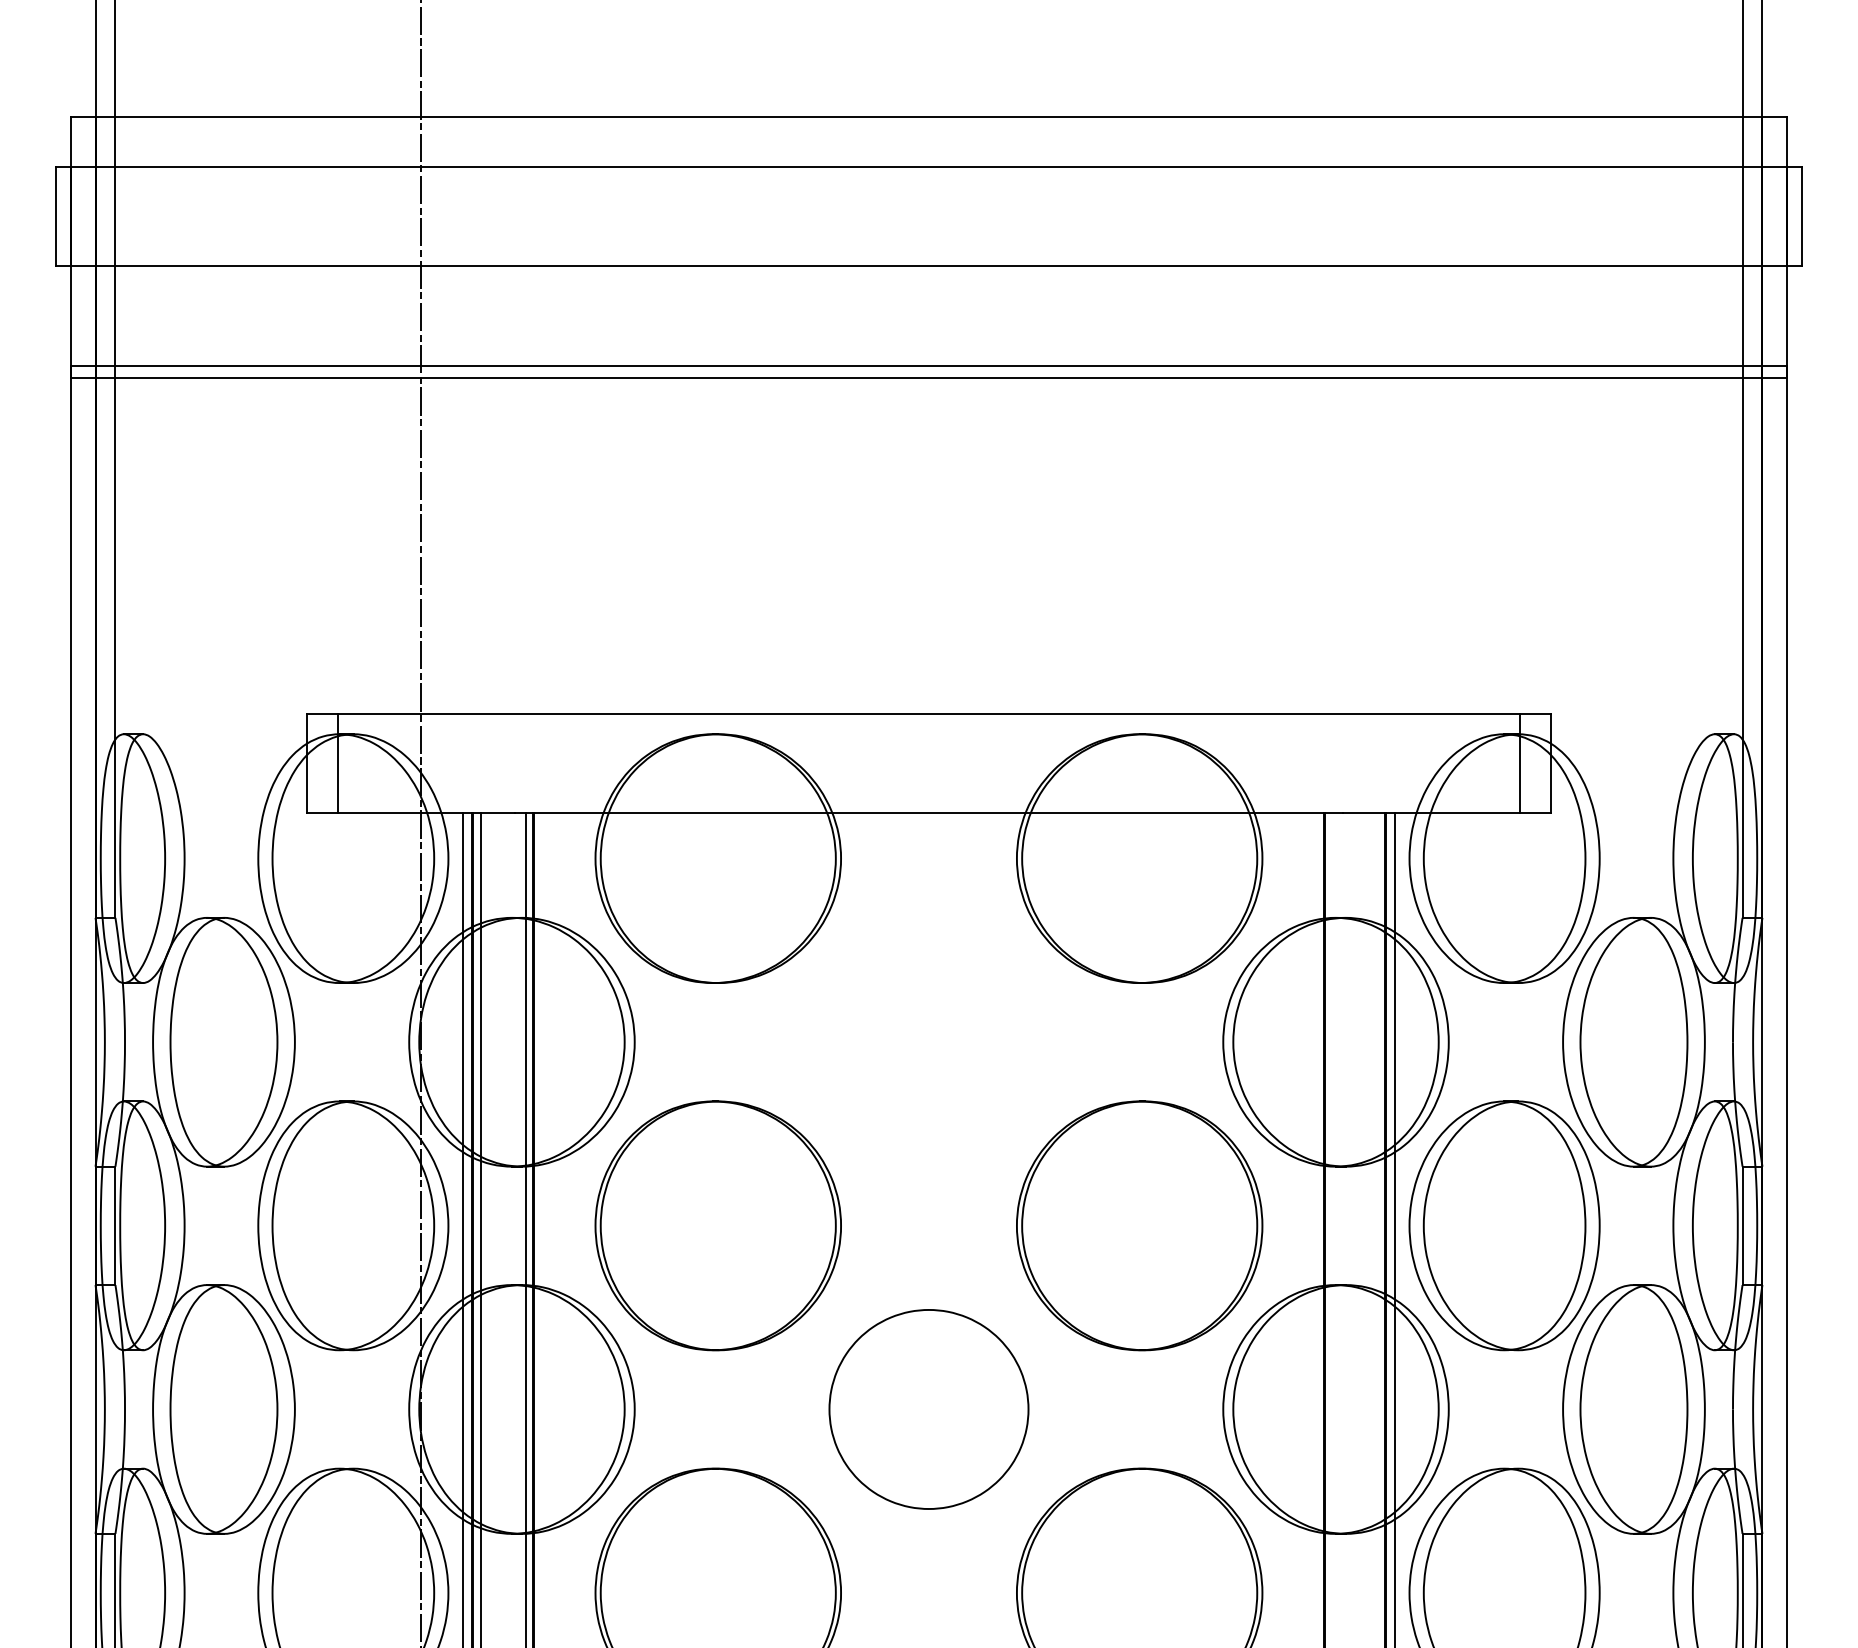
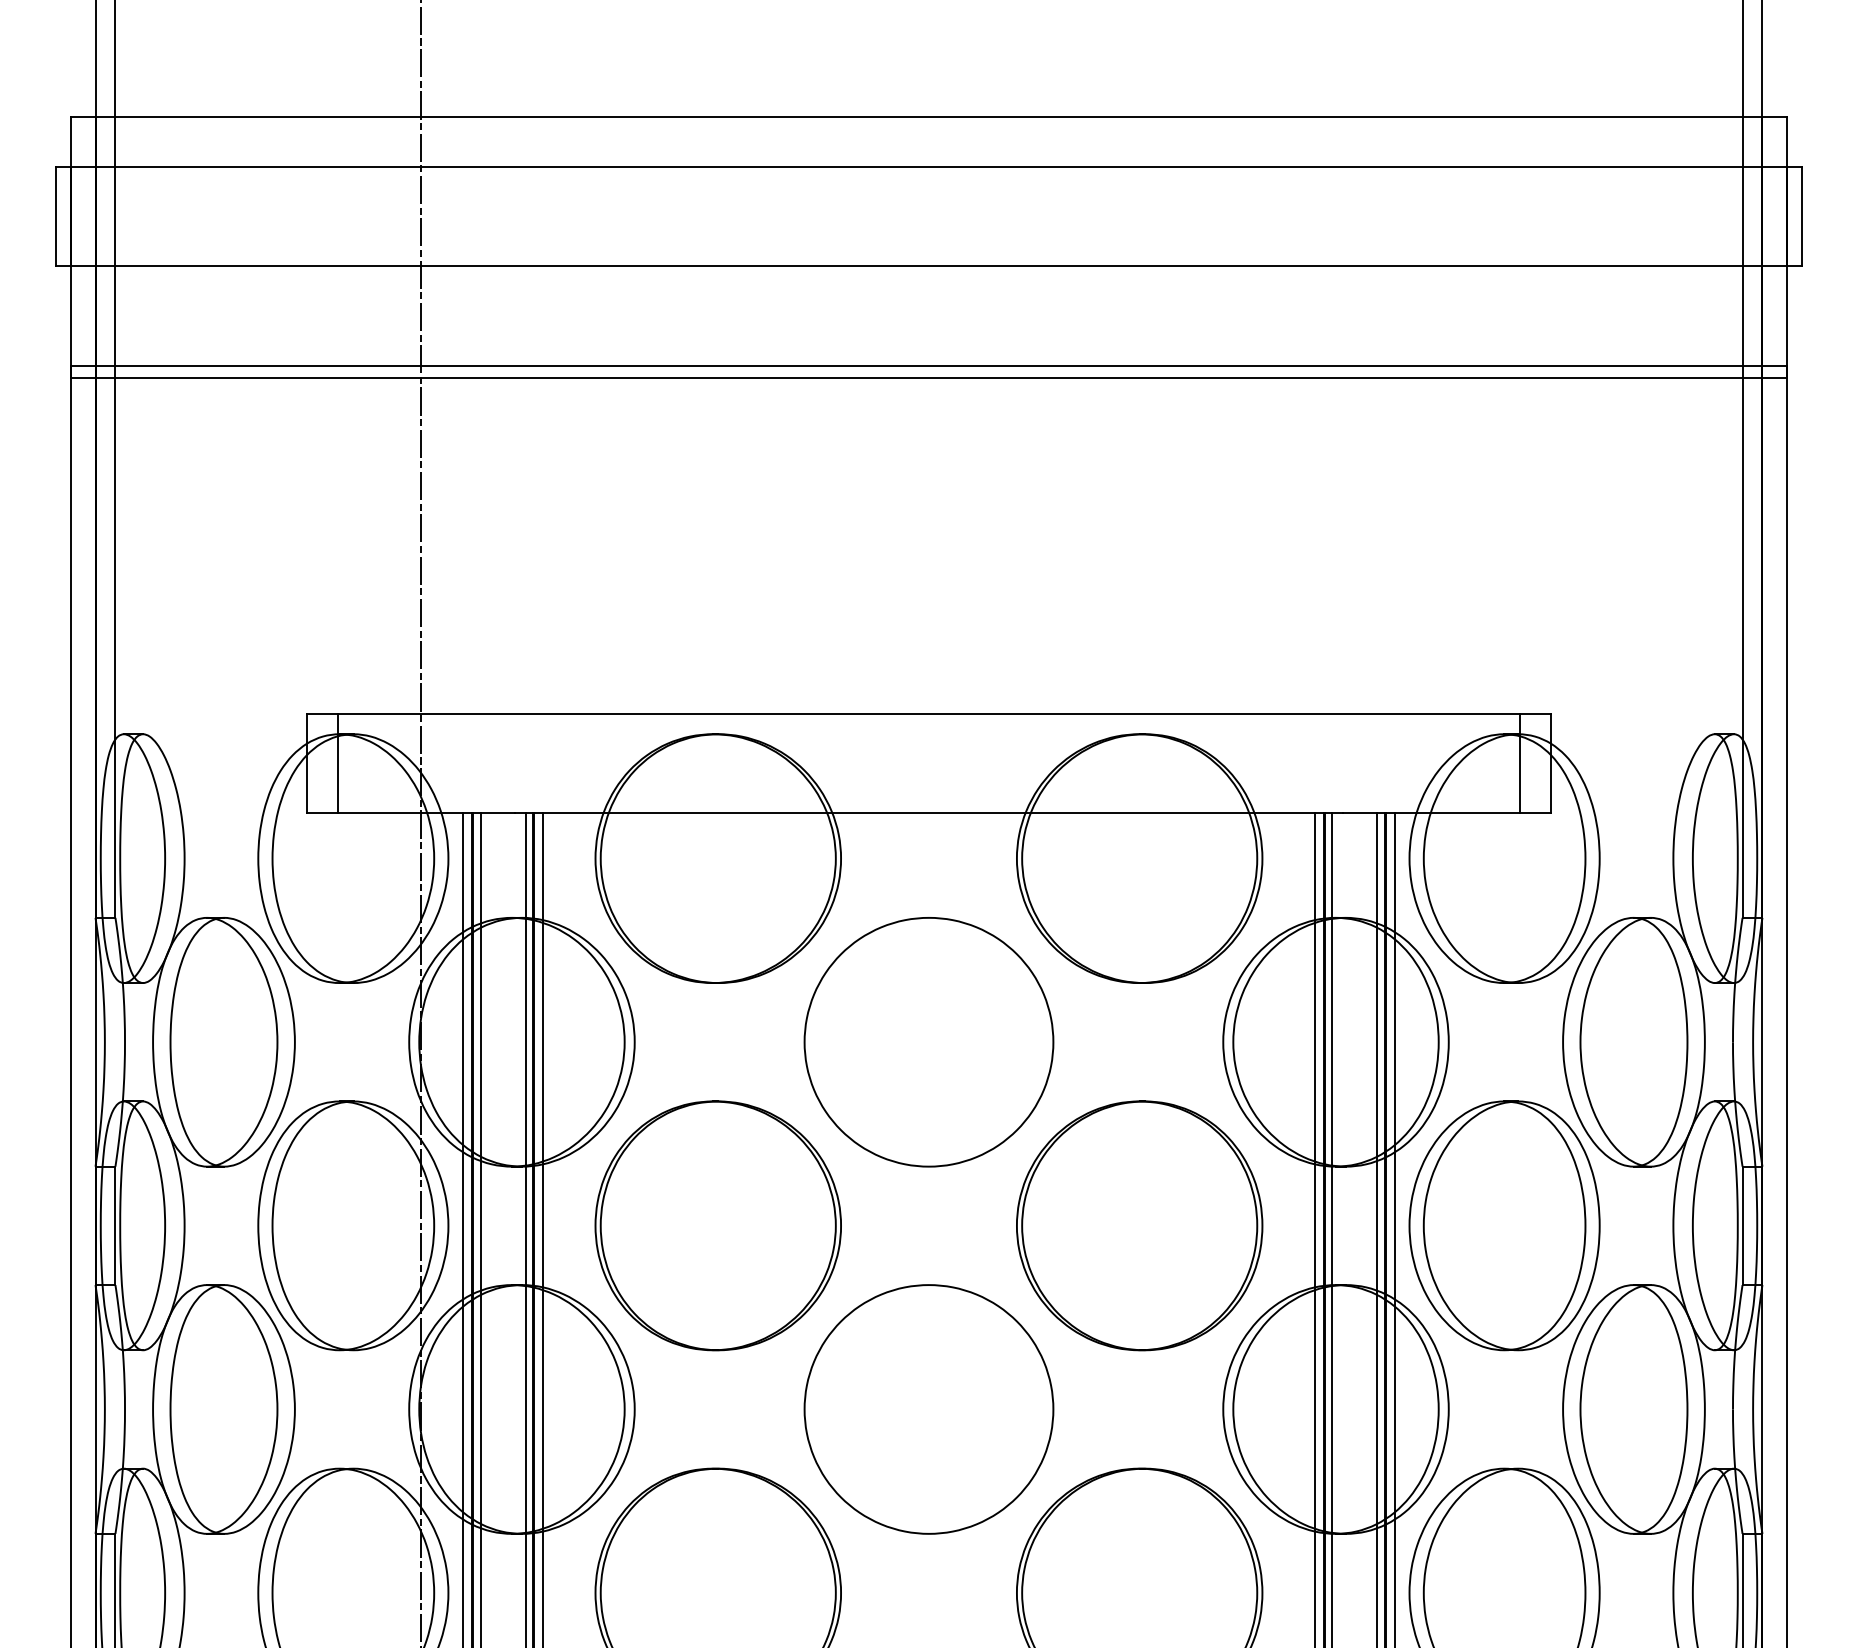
part at (928, 1042): none -> present
line at (543, 1228): none -> present
line at (1314, 1228): none -> present
line at (1332, 1228): none -> present
line at (1377, 1228): none -> present
part at (928, 1409) size: 202x201 px -> 252x251 px
